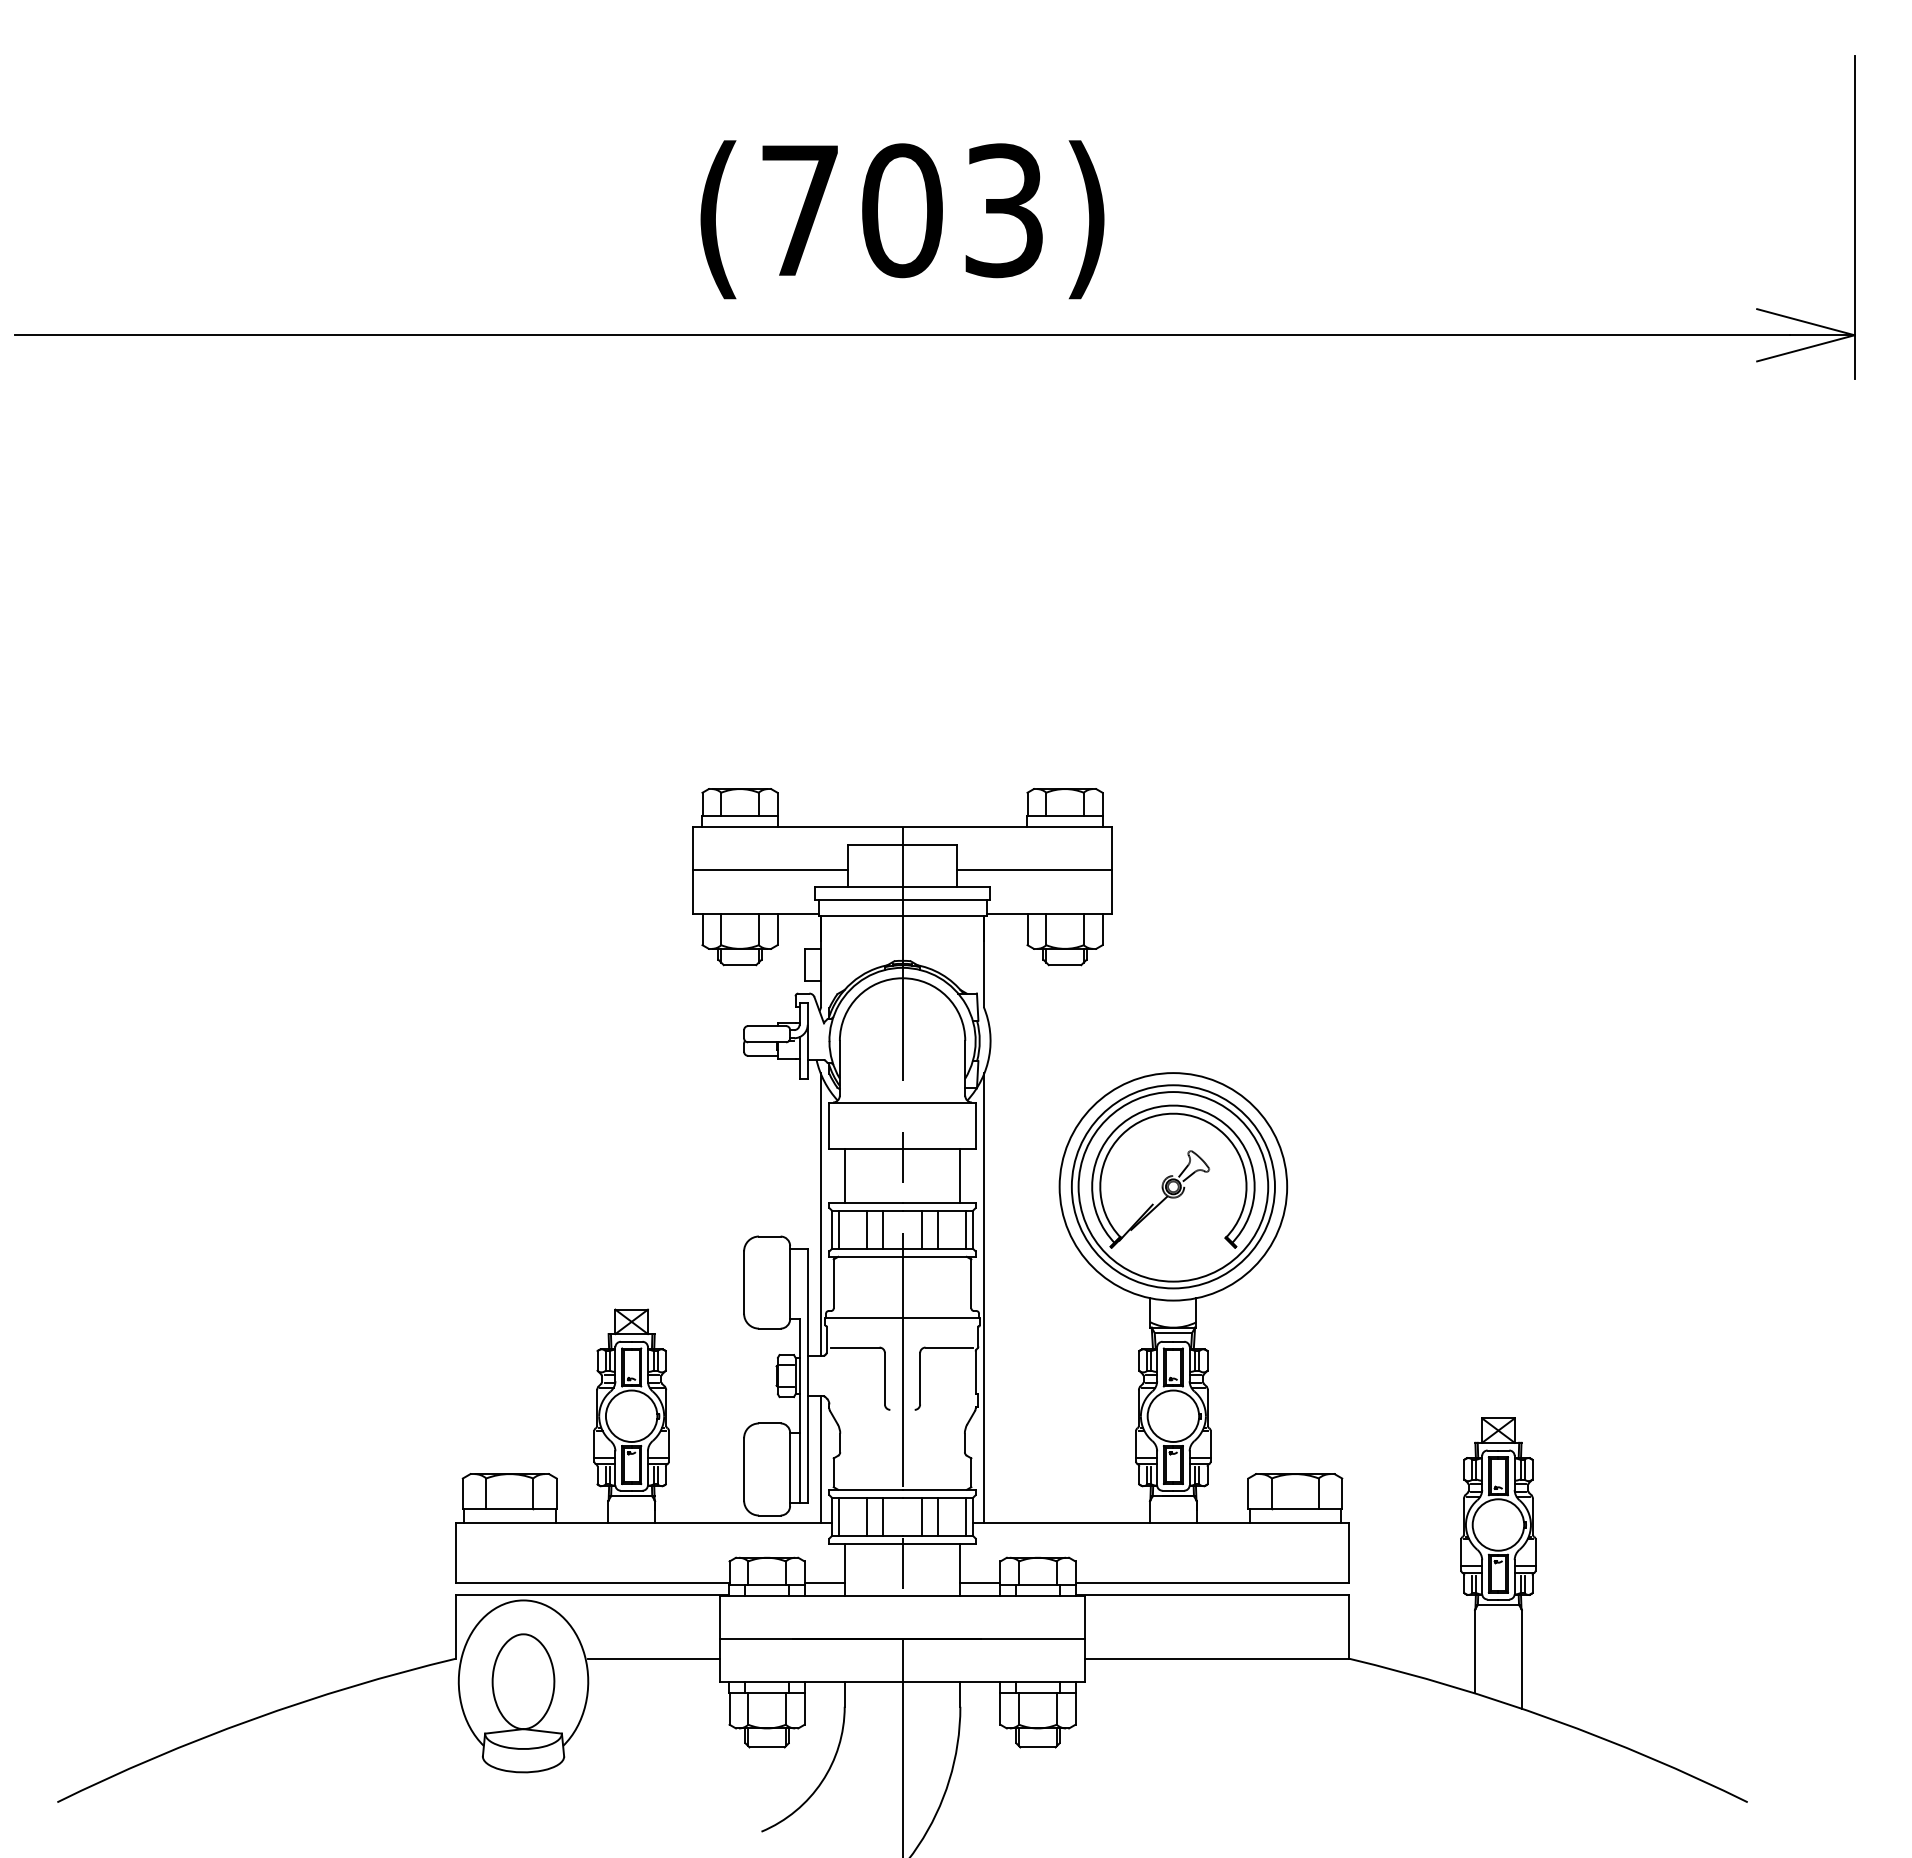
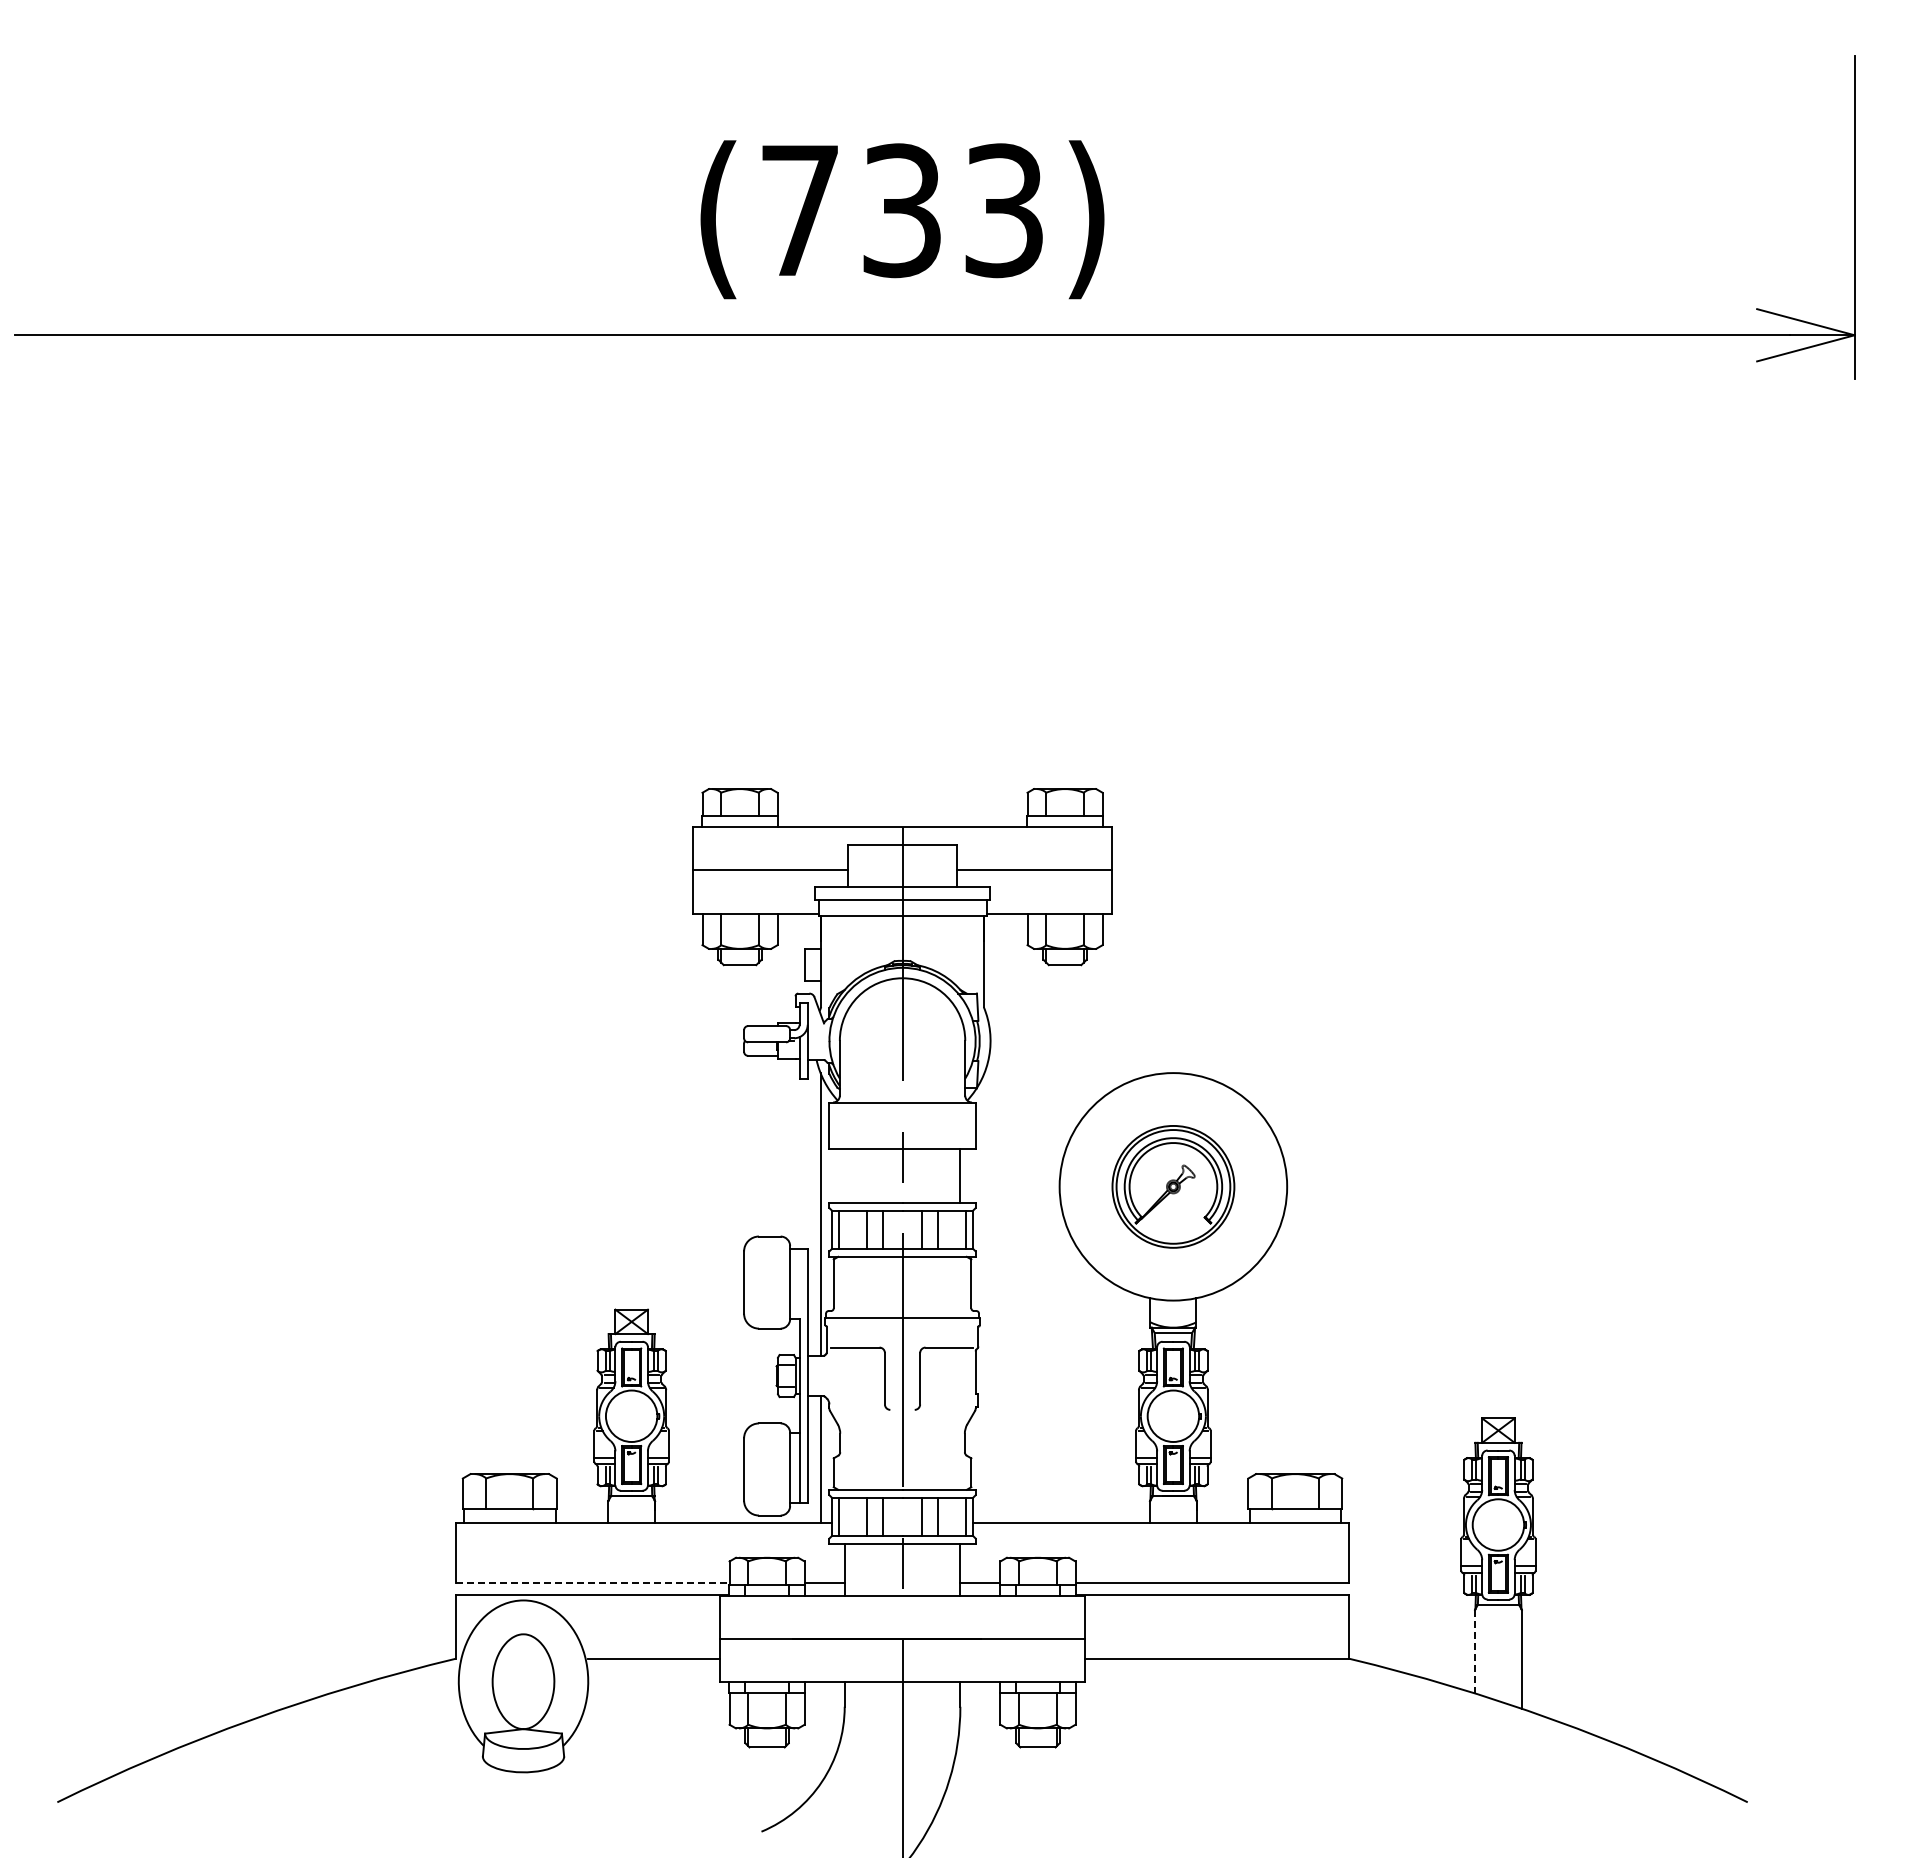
text at (902, 210): (703) -> (733)
line at (844, 1175): present -> none
part at (1173, 1186) size: 205x206 px -> 125x124 px
line at (984, 1298): present -> none
line at (592, 1582): solid -> dashed
line at (1475, 1651): solid -> dashed
